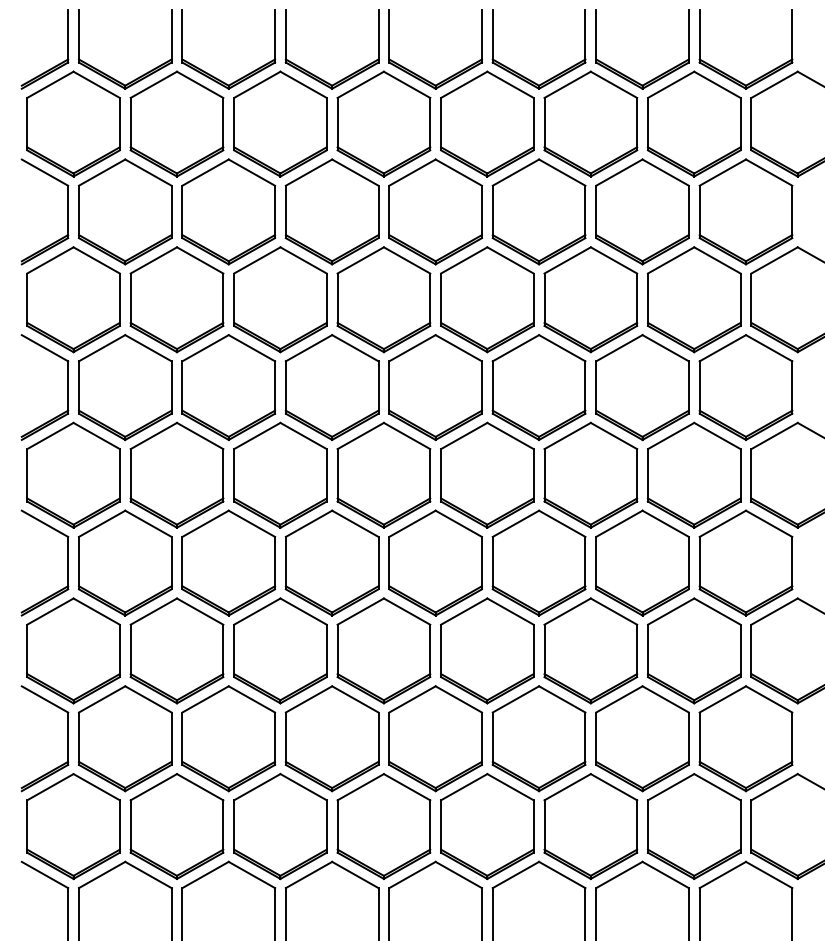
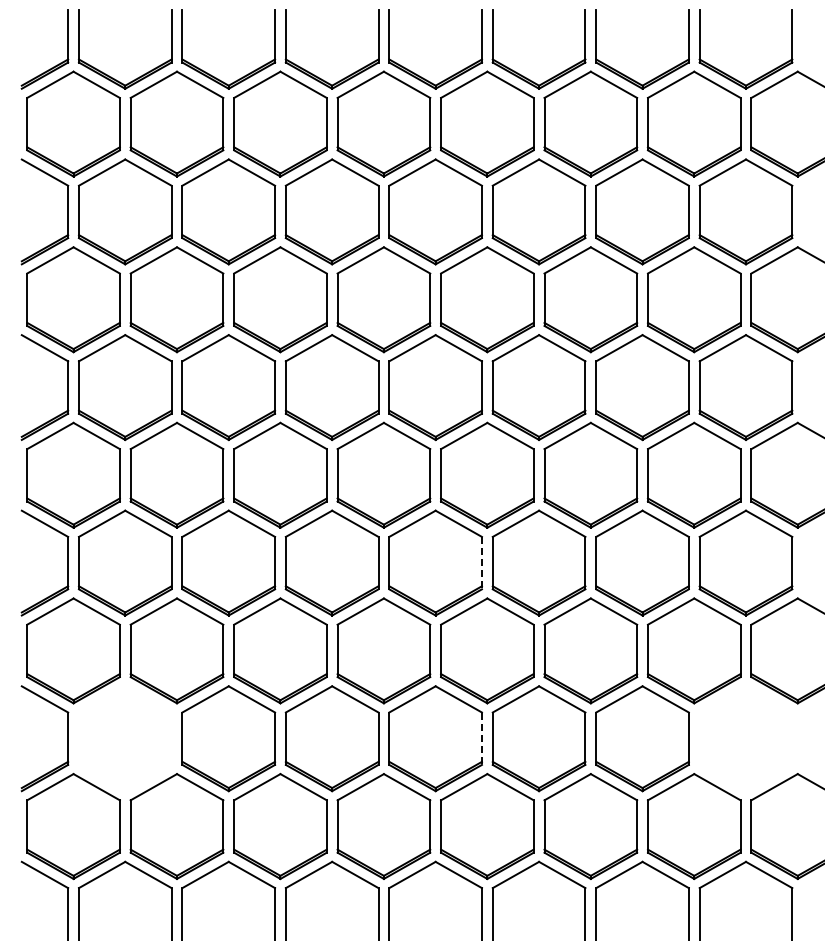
line at (481, 563): solid -> dashed
part at (124, 738): present -> none
part at (745, 738): present -> none
line at (481, 739): solid -> dashed
